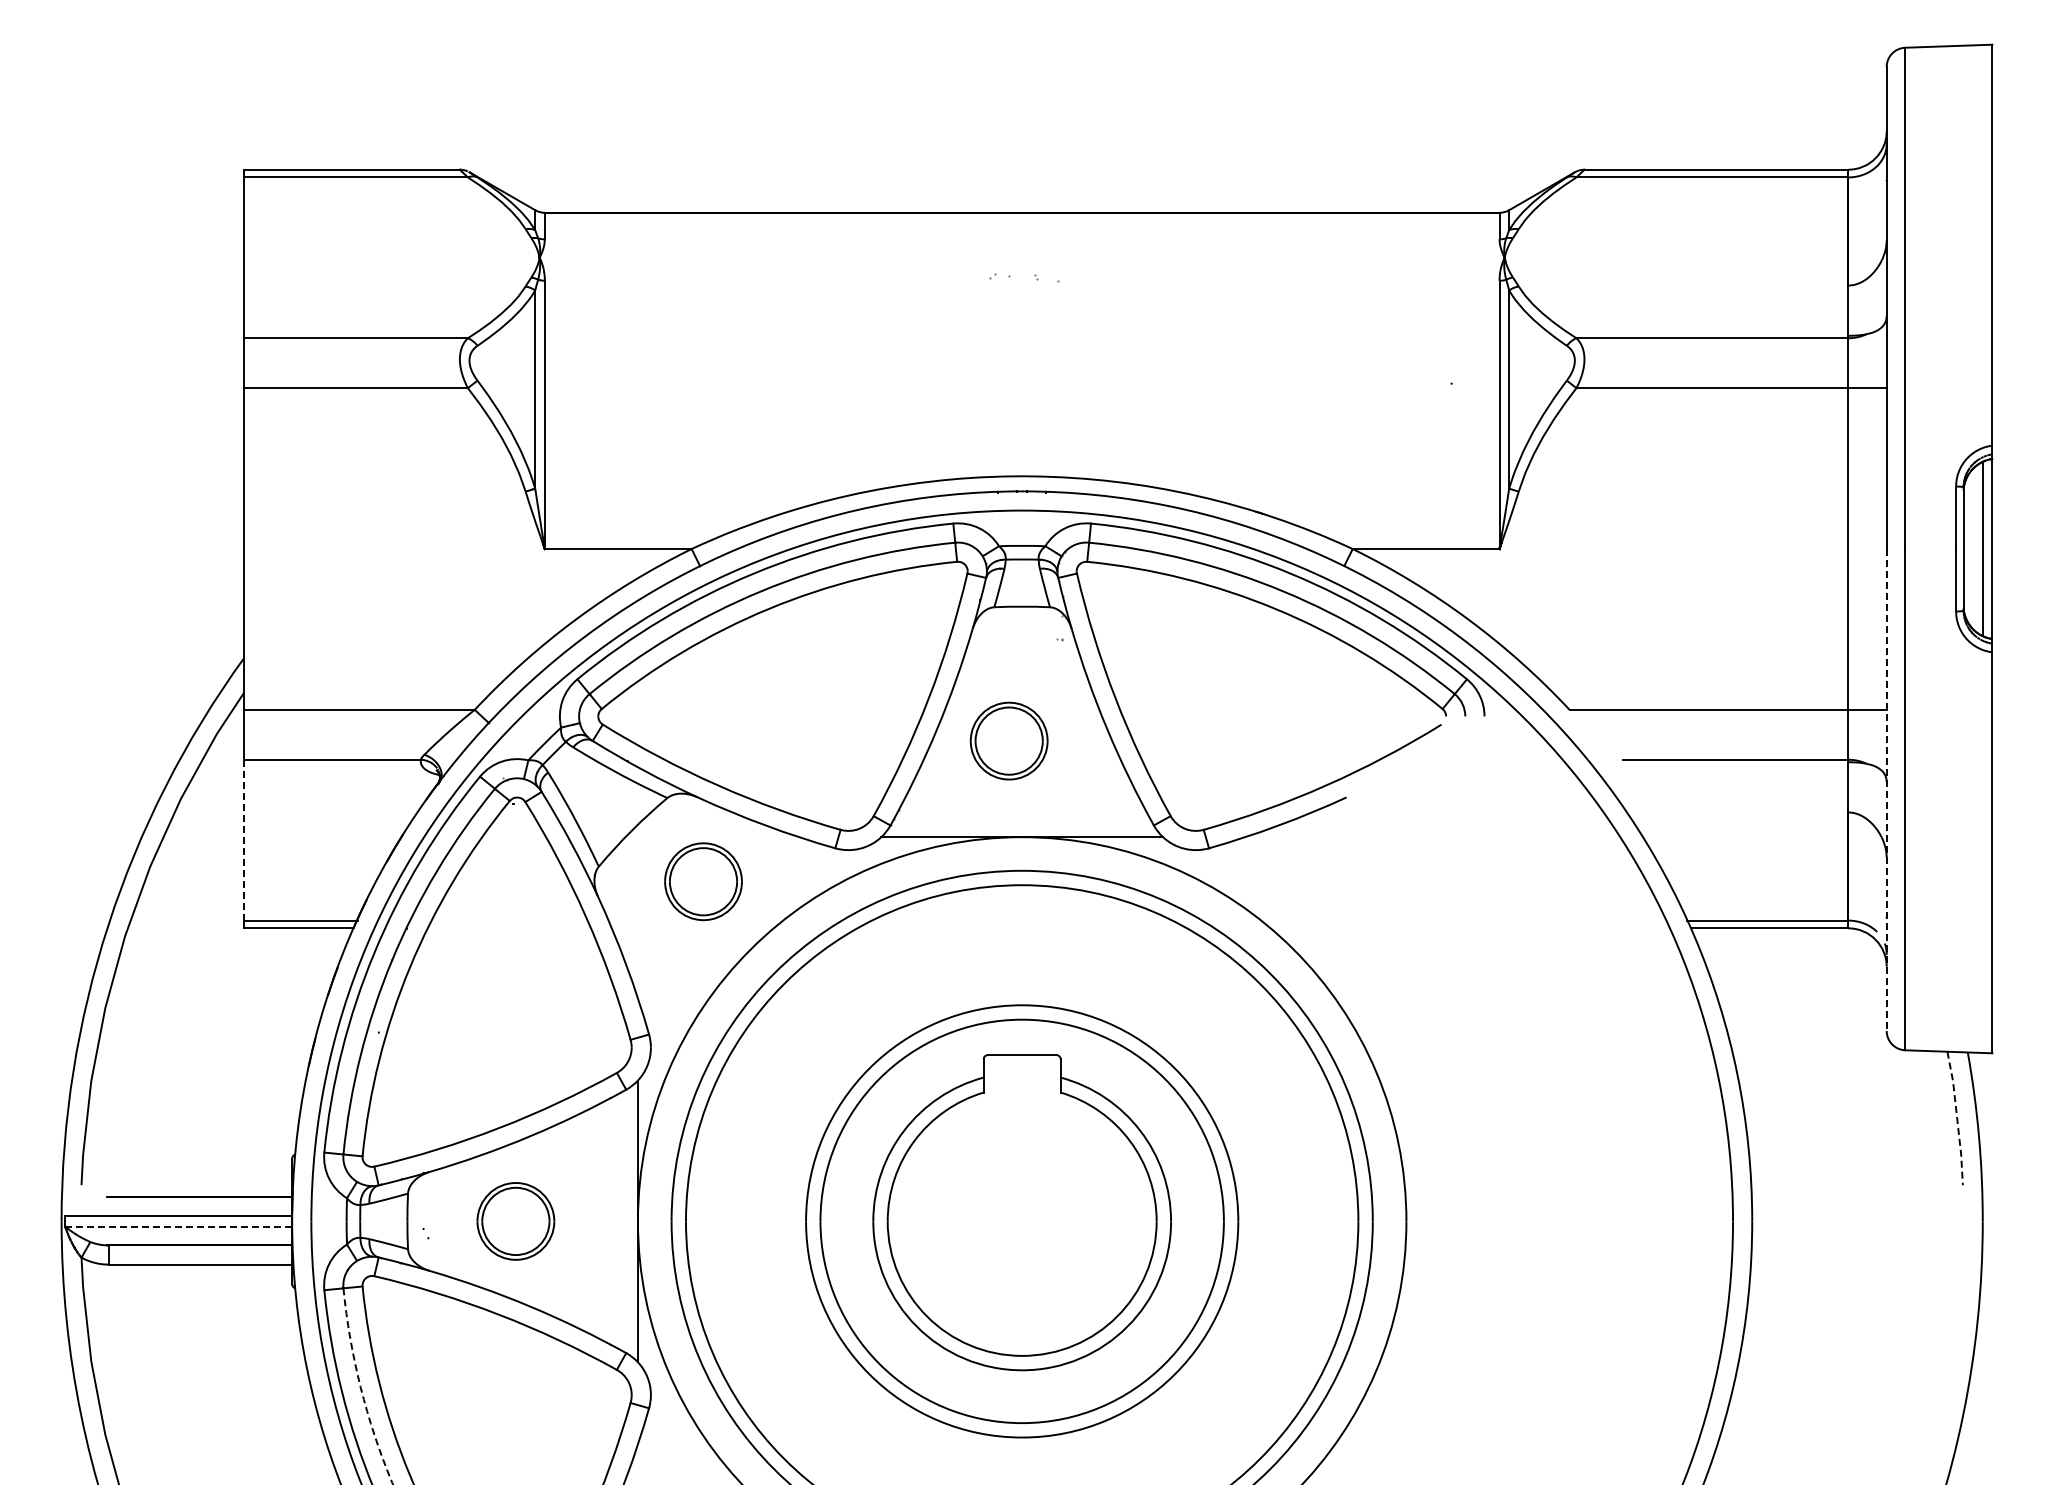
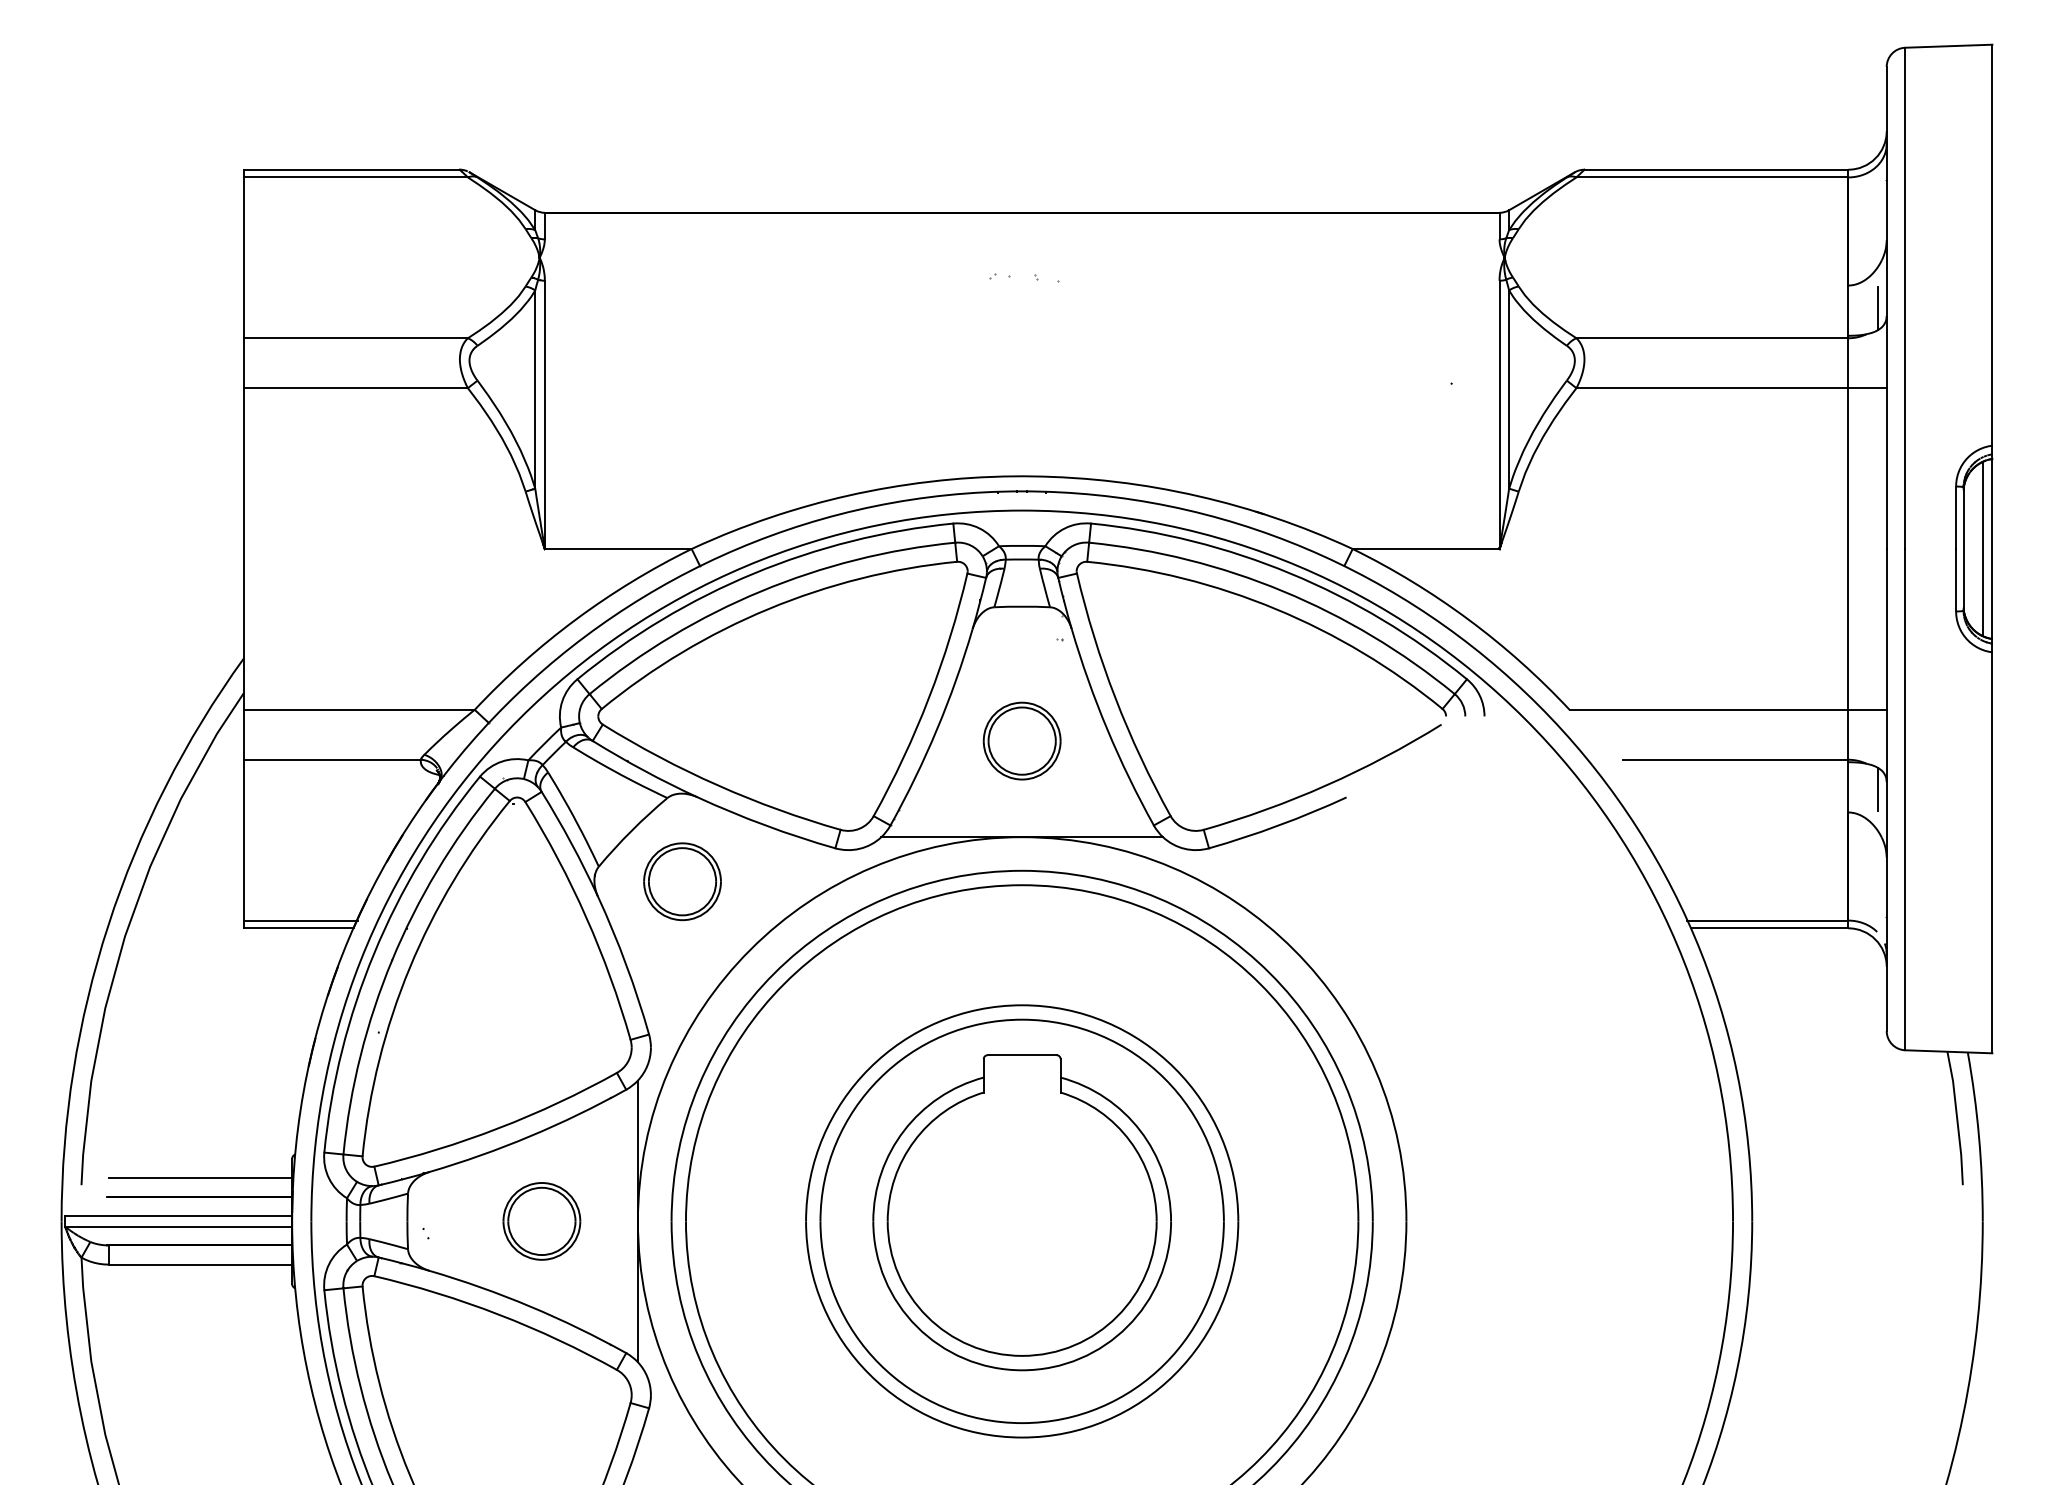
line at (1877, 308): none -> present
part at (1008, 740) position: (1008, 740) -> (1021, 740)
line at (1877, 788): none -> present
line at (1886, 790): dashed -> solid
line at (244, 839): dashed -> solid
part at (703, 881) position: (703, 881) -> (682, 881)
line at (1957, 1118): dashed -> solid
line at (200, 1178): none -> present
part at (515, 1221) position: (515, 1221) -> (541, 1221)
line at (179, 1226): dashed -> solid
arc at (360, 1388): dashed -> solid
